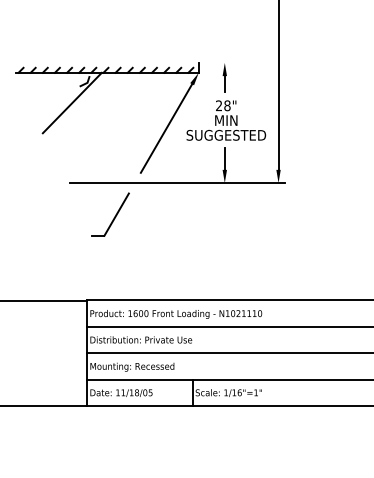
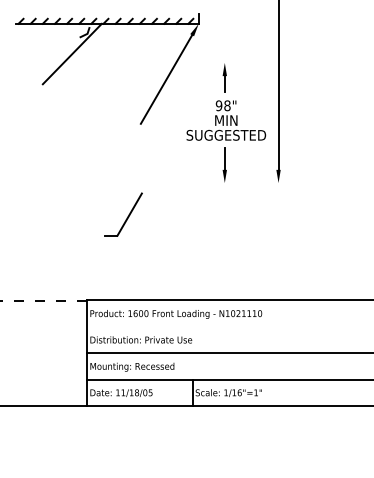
part at (83, 93) position: (83, 93) -> (83, 44)
text at (218, 105): 28" -> 98"
line at (176, 183): present -> none
part at (110, 214) position: (110, 214) -> (123, 214)
line at (44, 300): solid -> dashed
line at (228, 326): present -> none
